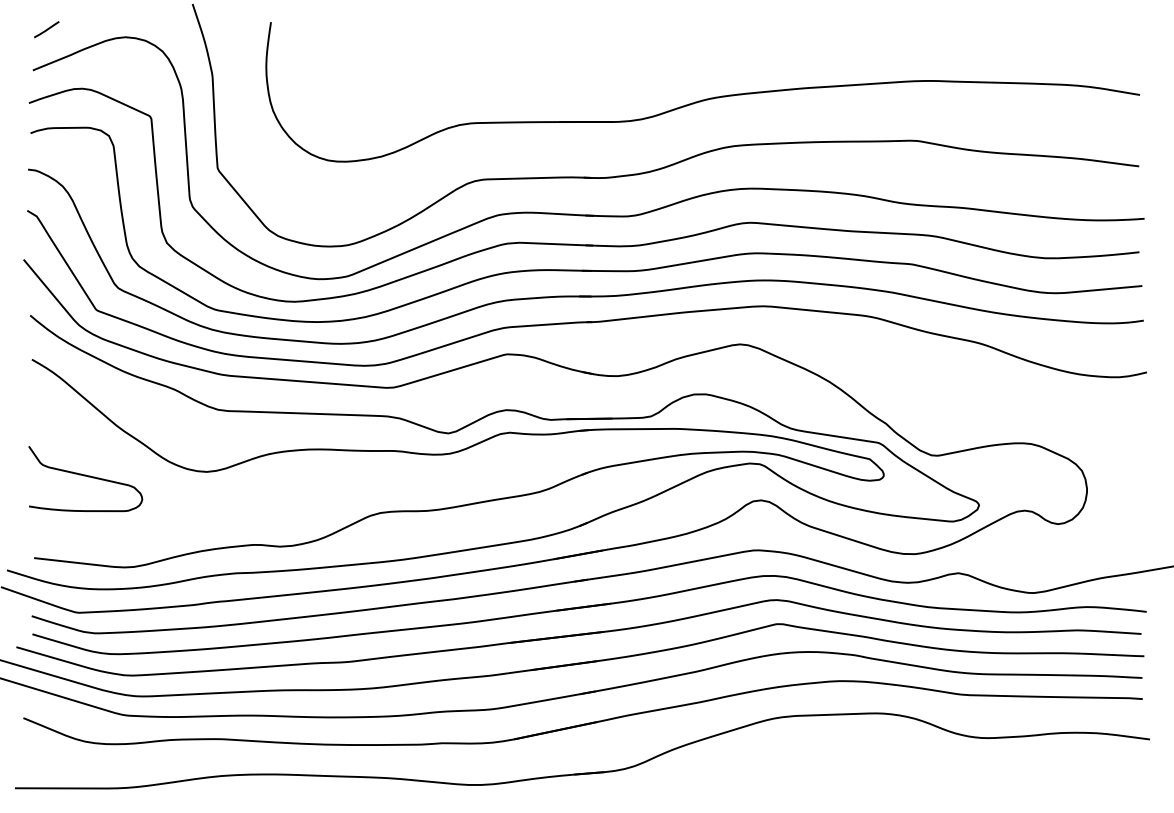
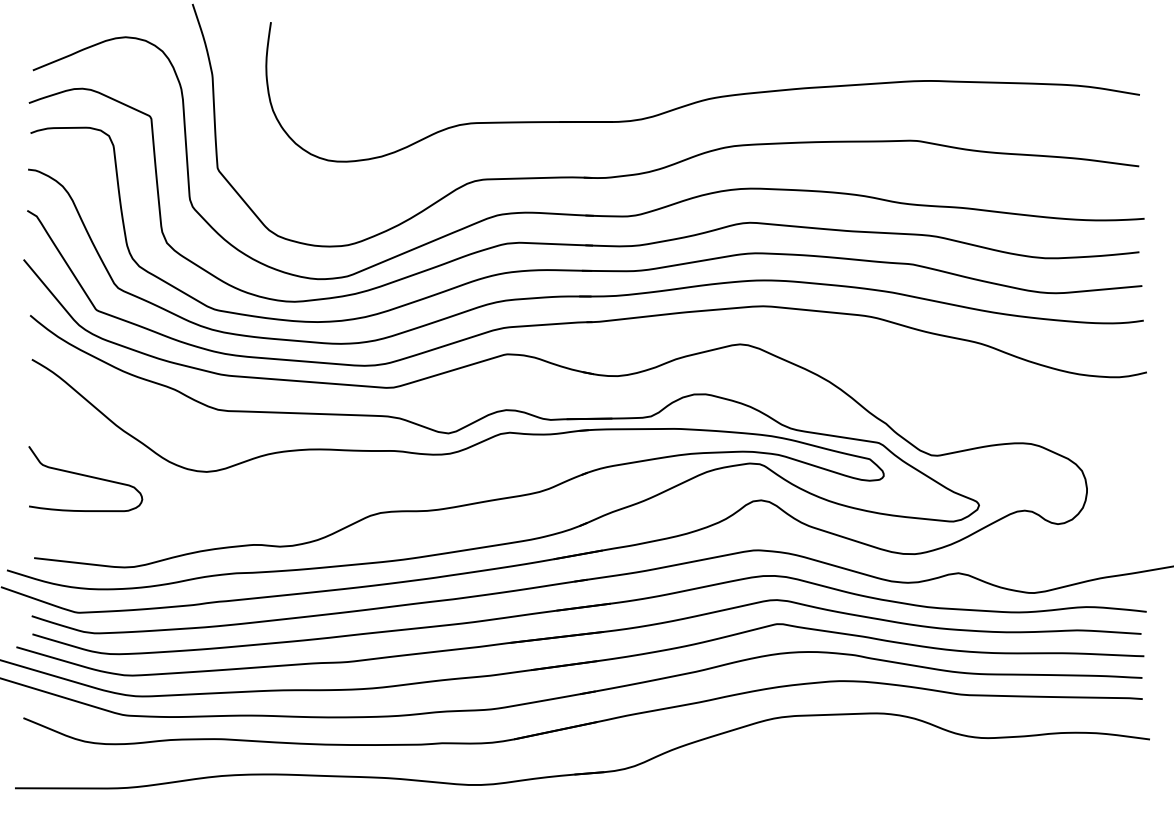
line at (46, 29): present -> none
